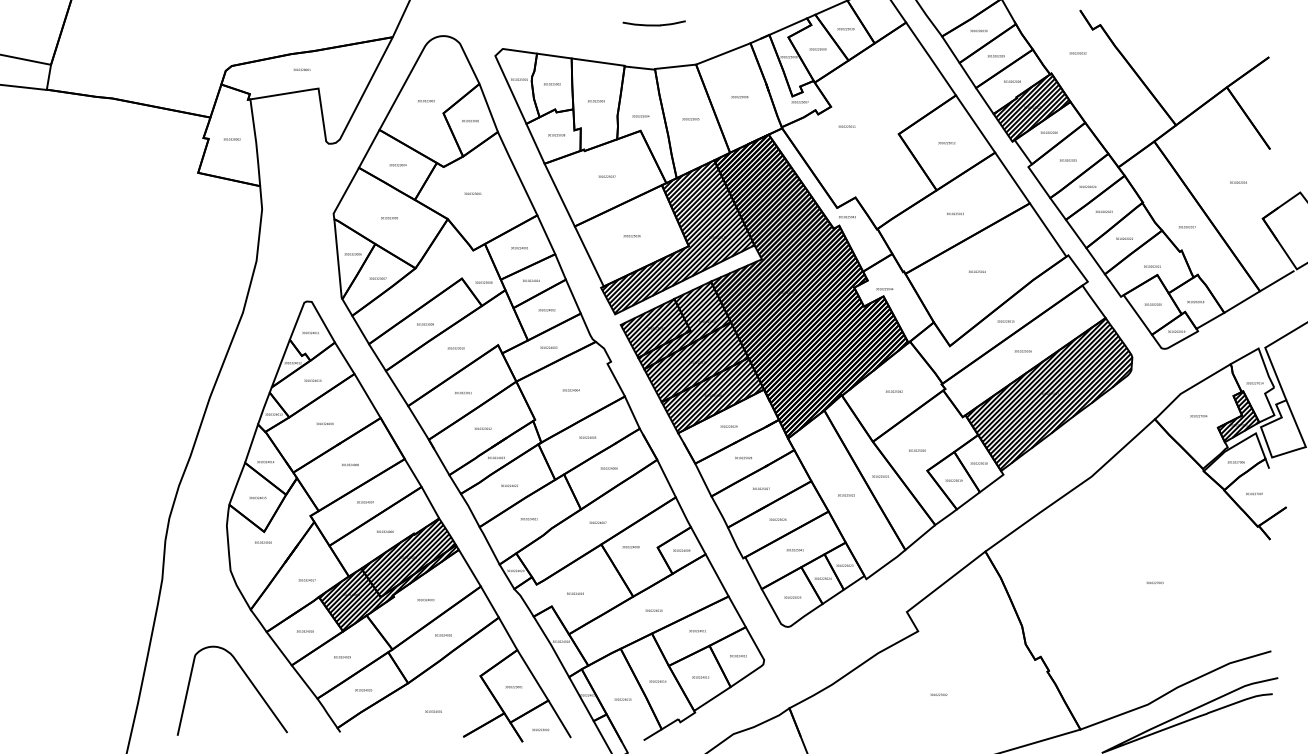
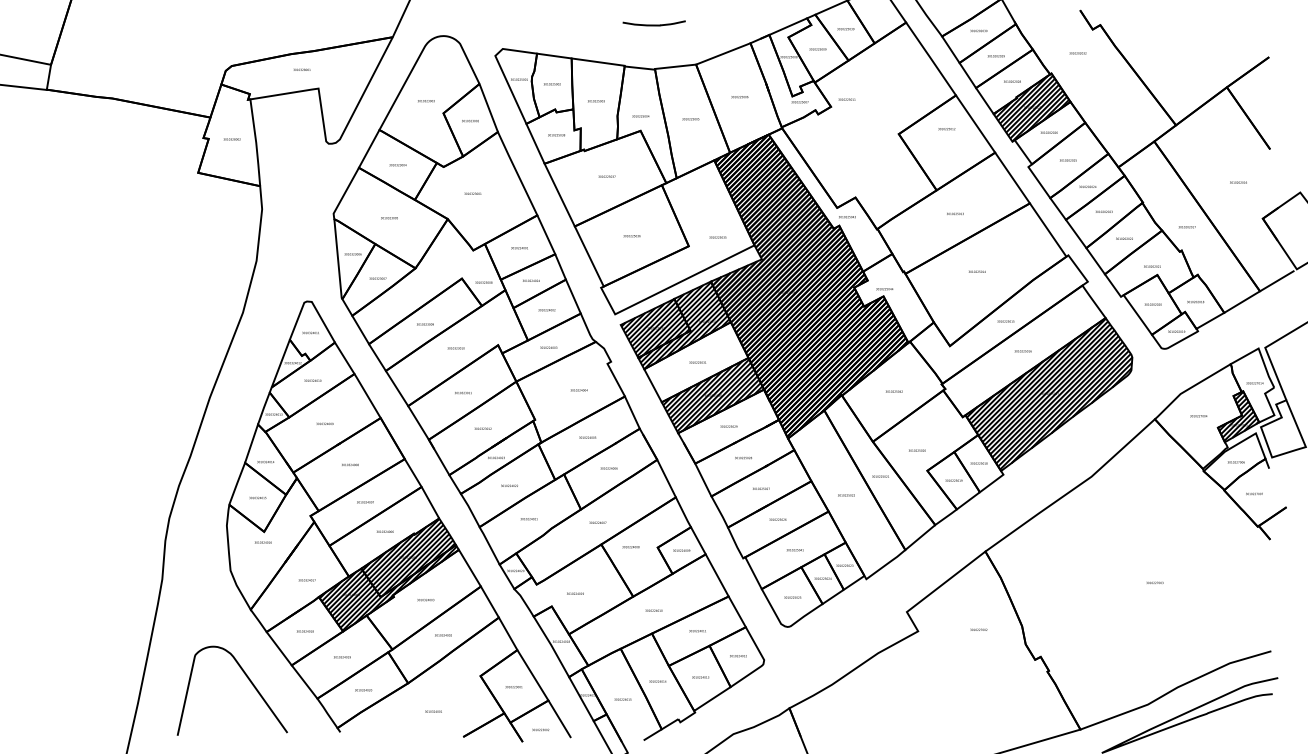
text at (846, 126) position: (846, 126) -> (846, 99)
text at (946, 143) position: (946, 143) -> (946, 129)
hatch at (678, 237): present -> none
hatch at (696, 362): present -> none
text at (571, 390) position: (571, 390) -> (579, 390)
text at (938, 694) position: (938, 694) -> (978, 629)
